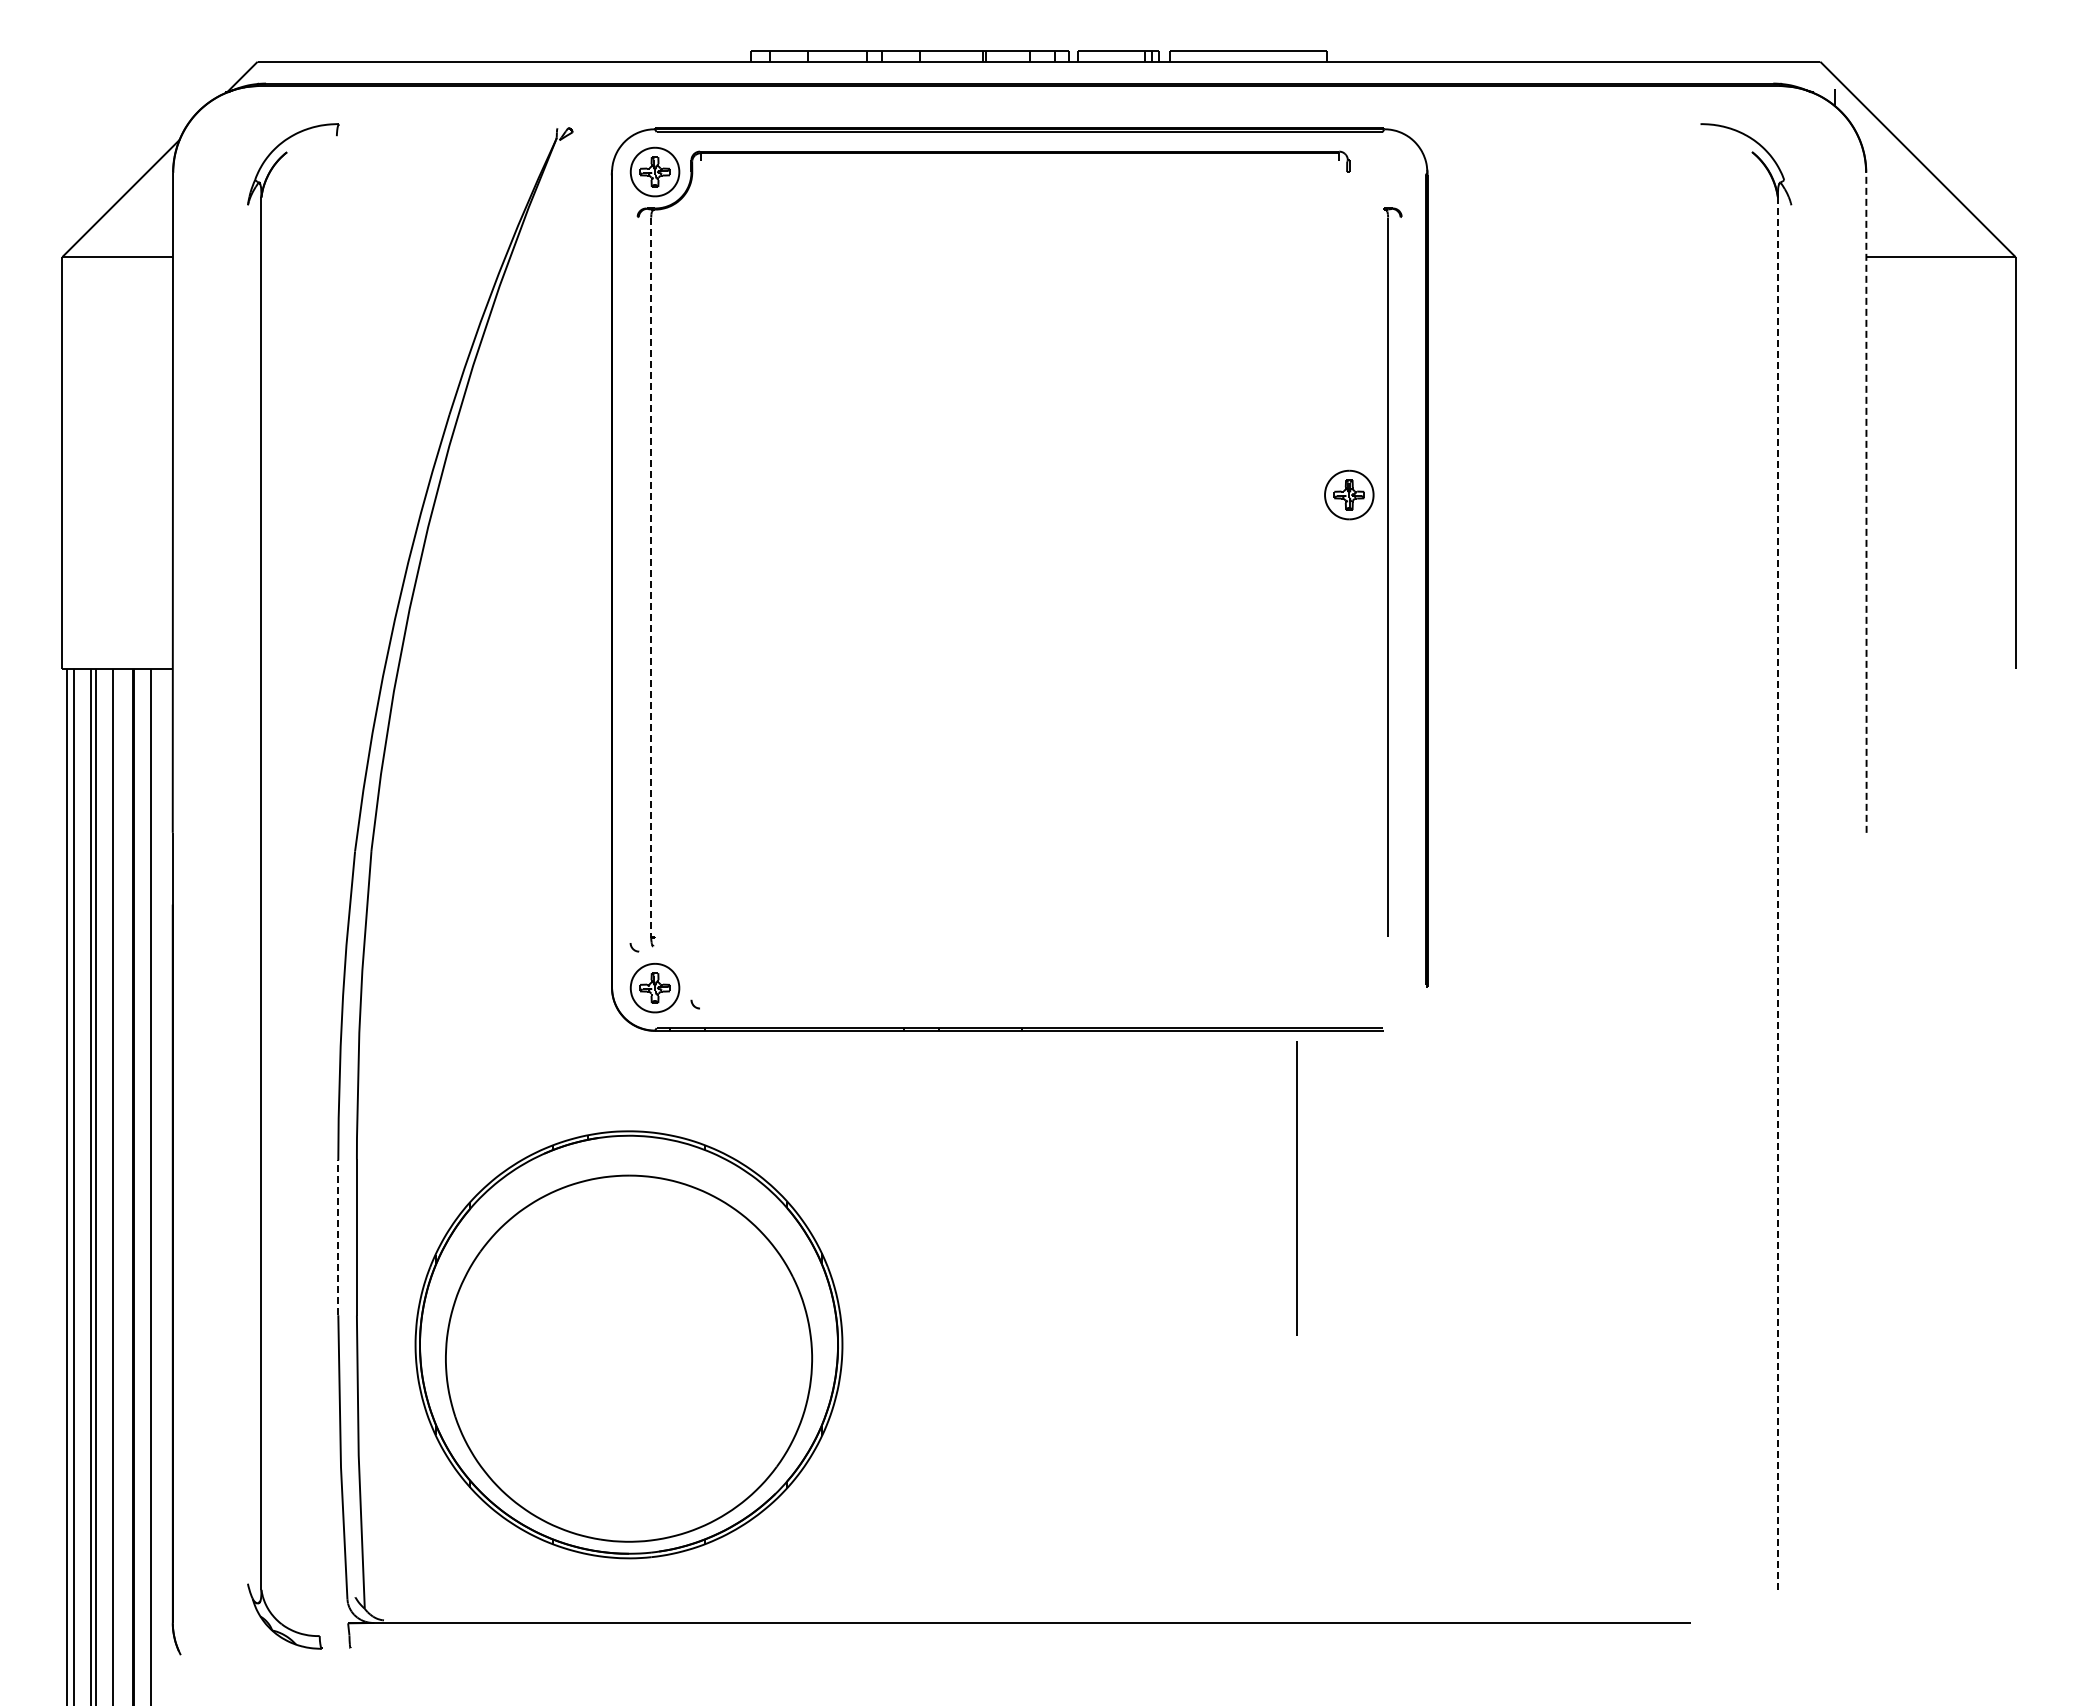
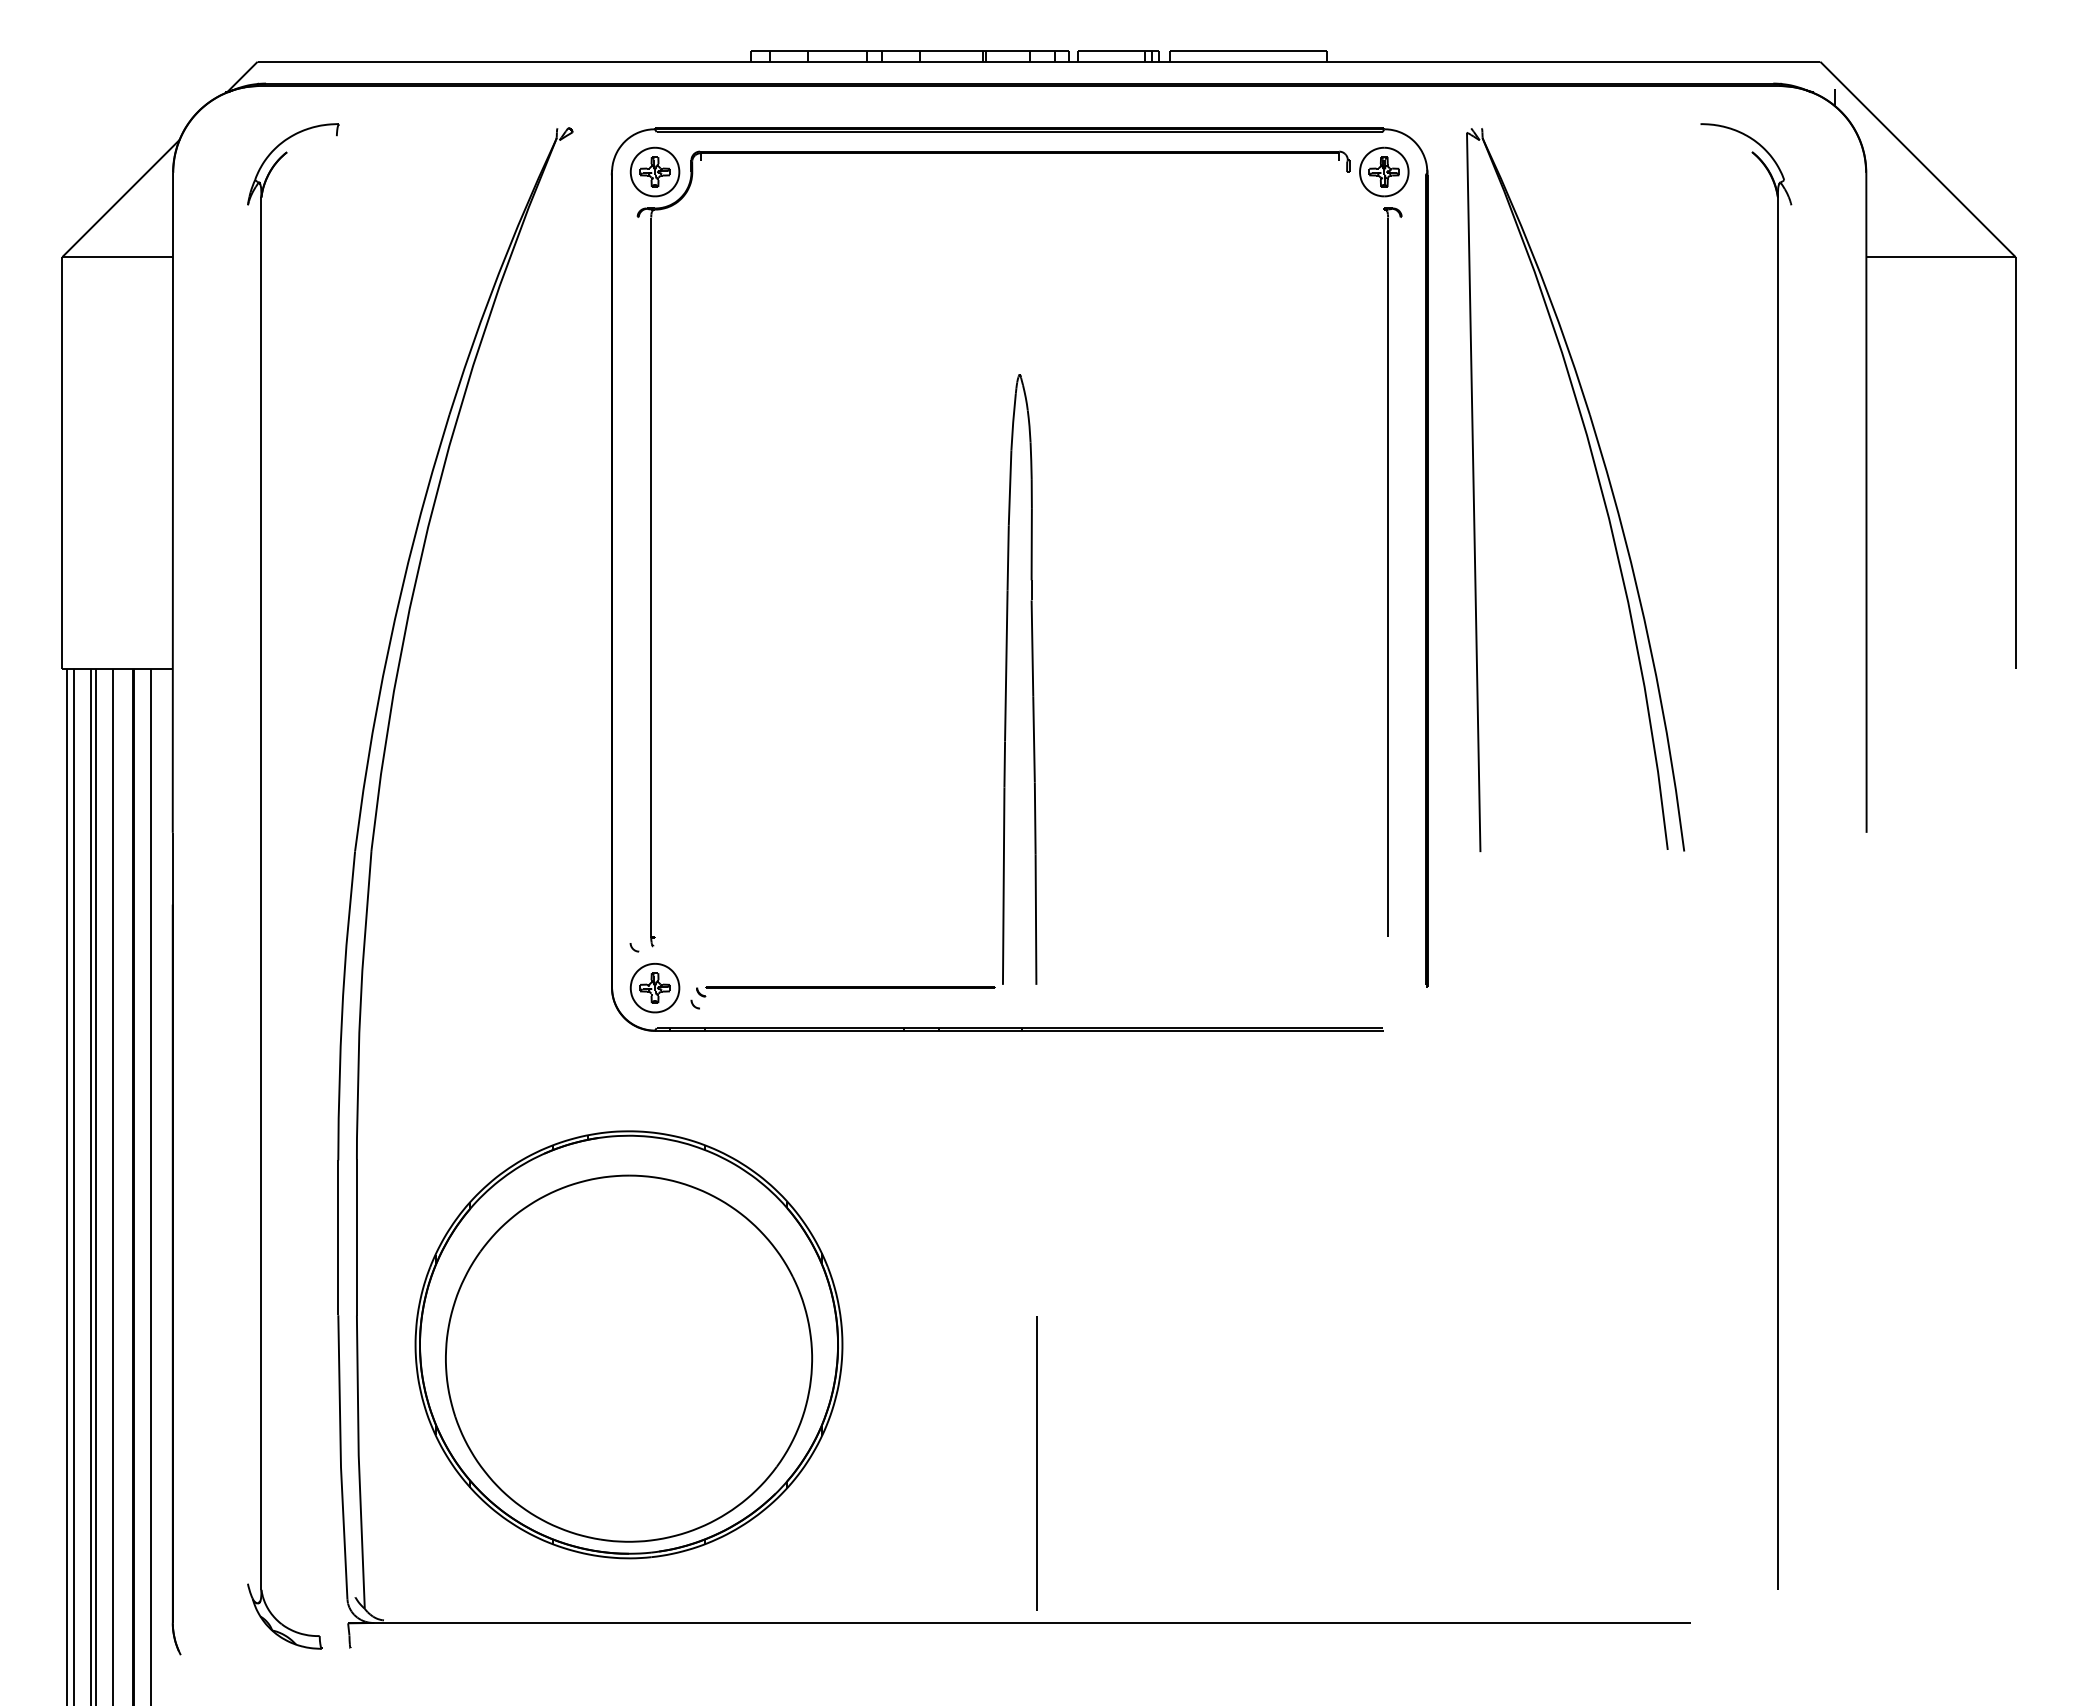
part at (1598, 483): none -> present
part at (1349, 494) position: (1349, 494) -> (1384, 171)
line at (1866, 502): dashed -> solid
line at (651, 577): dashed -> solid
part at (1004, 695): none -> present
line at (1777, 893): dashed -> solid
line at (1296, 1188) position: (1296, 1188) -> (1036, 1463)
line at (338, 1237): dashed -> solid
